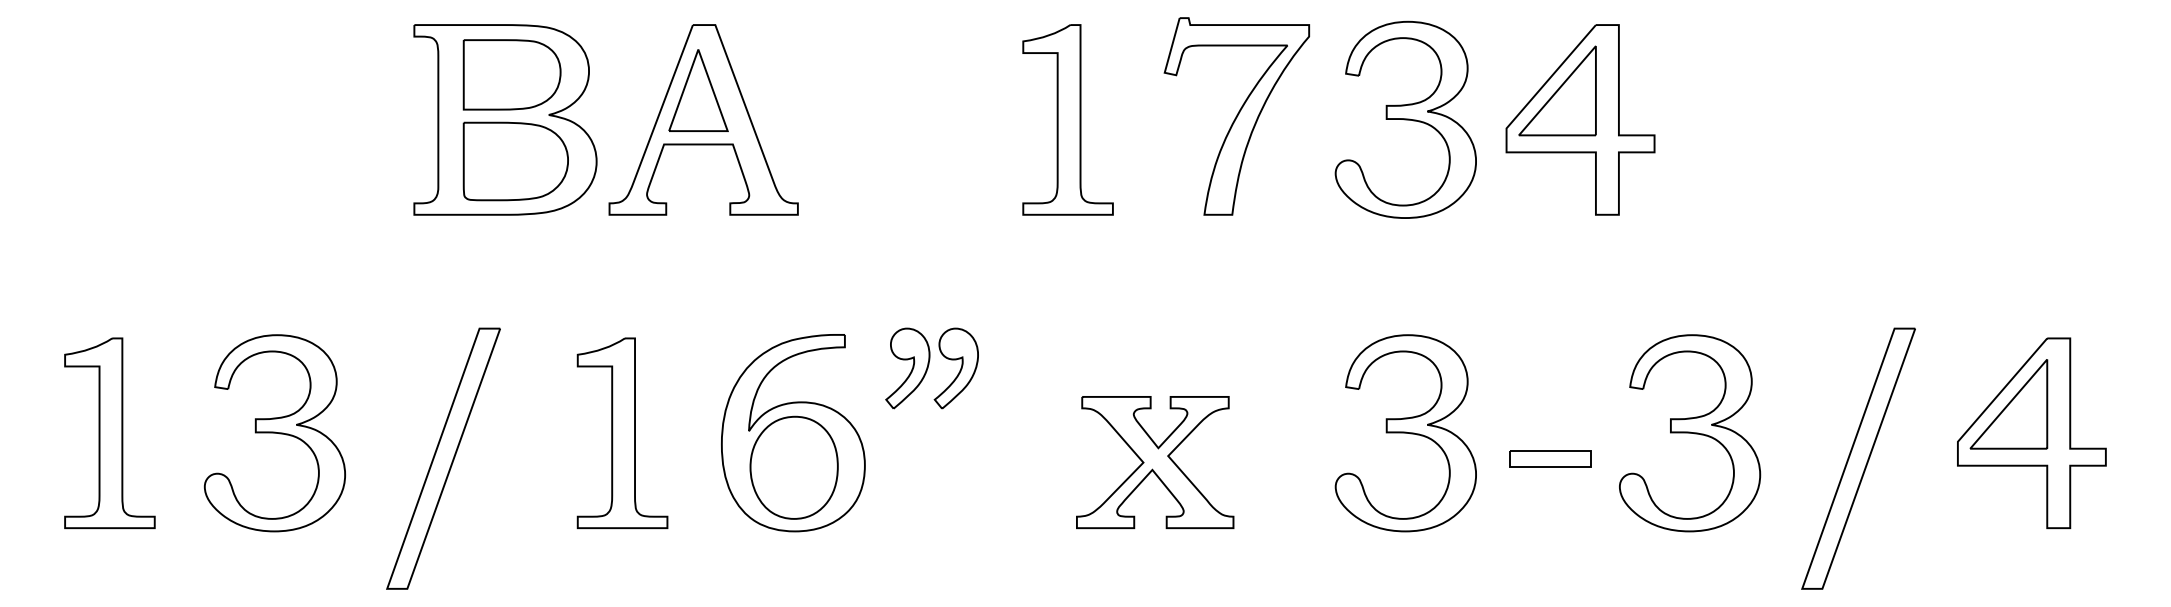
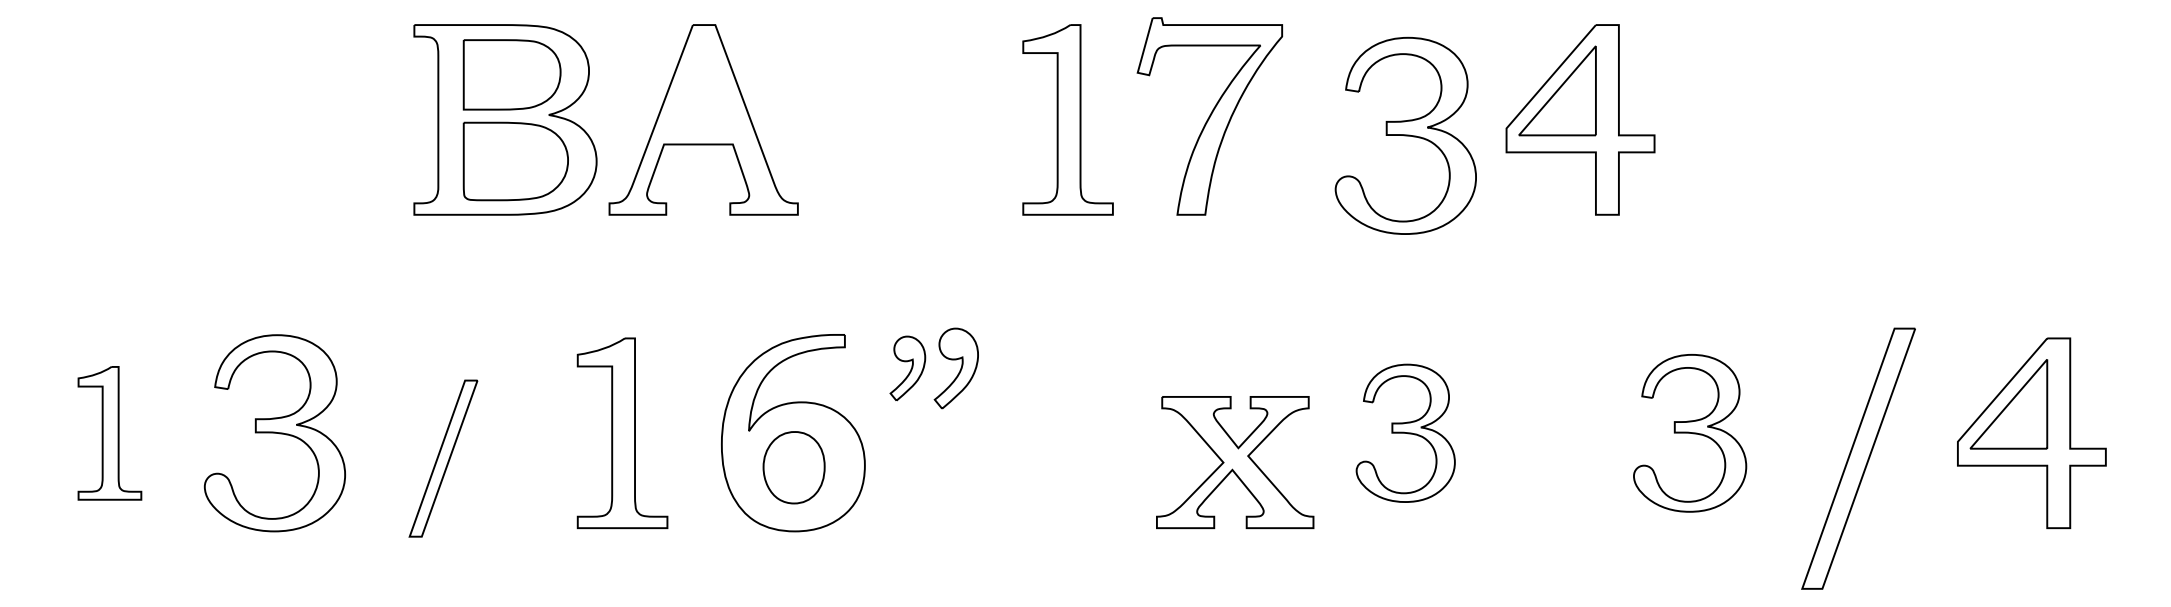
part at (698, 90): present -> none
part at (1236, 116) position: (1236, 116) -> (1209, 116)
part at (1405, 119) position: (1405, 119) -> (1405, 135)
part at (907, 368) size: 46x83 px -> 38x67 px
part at (109, 433) size: 92x193 px -> 66x135 px
part at (1405, 433) size: 143x199 px -> 101x140 px
part at (1690, 433) size: 143x199 px -> 115x159 px
part at (443, 458) size: 115x263 px -> 71x159 px
part at (1550, 458): present -> none
part at (1155, 462) position: (1155, 462) -> (1235, 462)
part at (793, 467) size: 90x105 px -> 64x74 px
